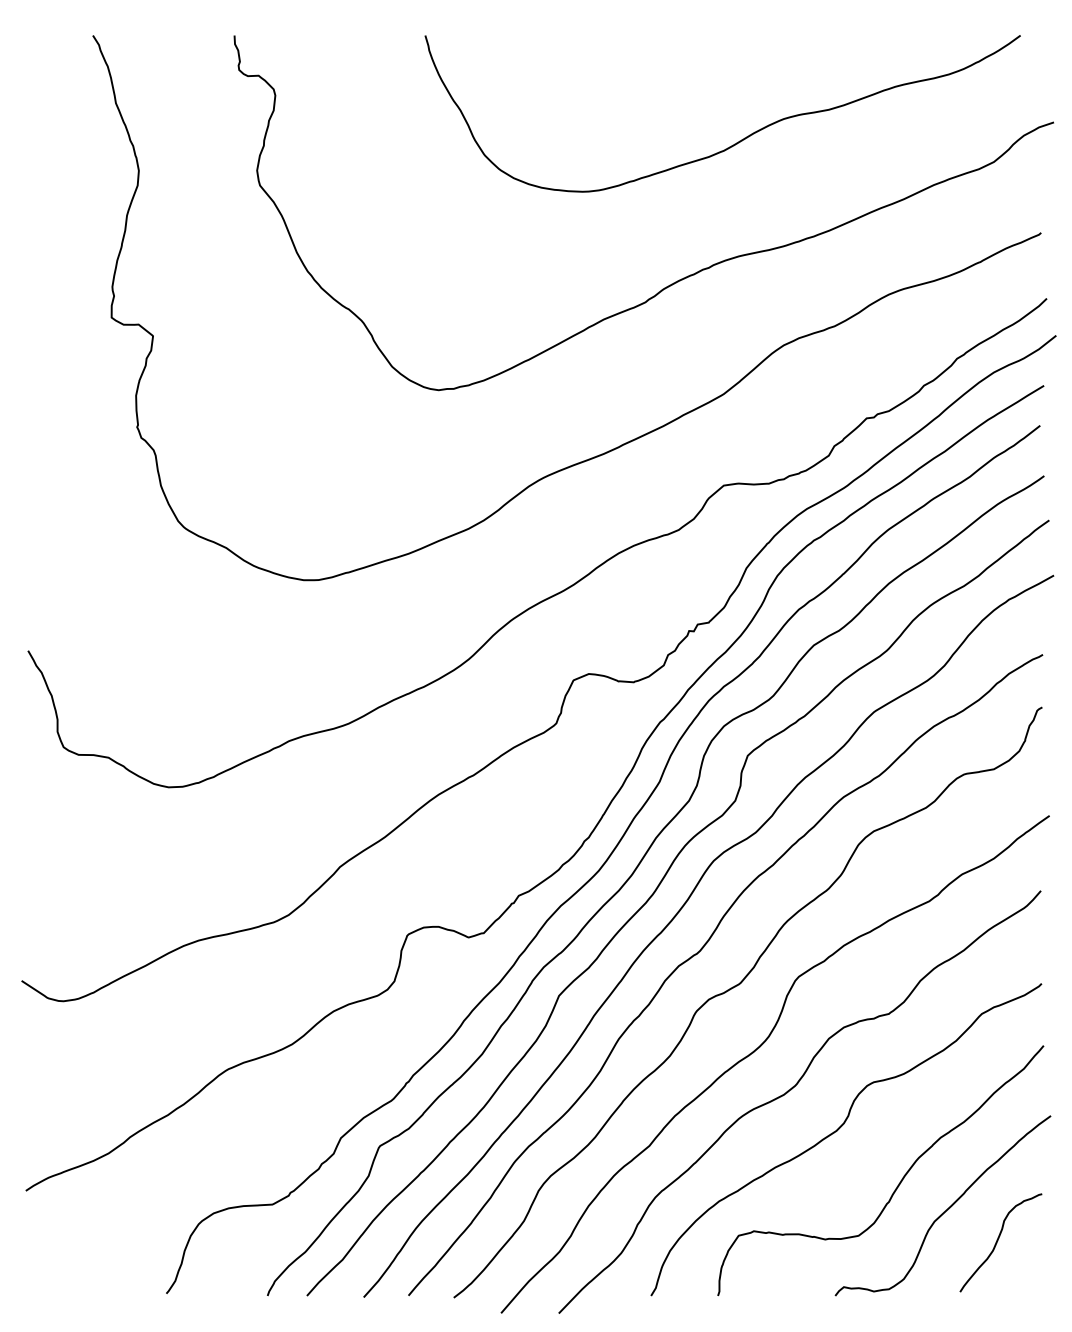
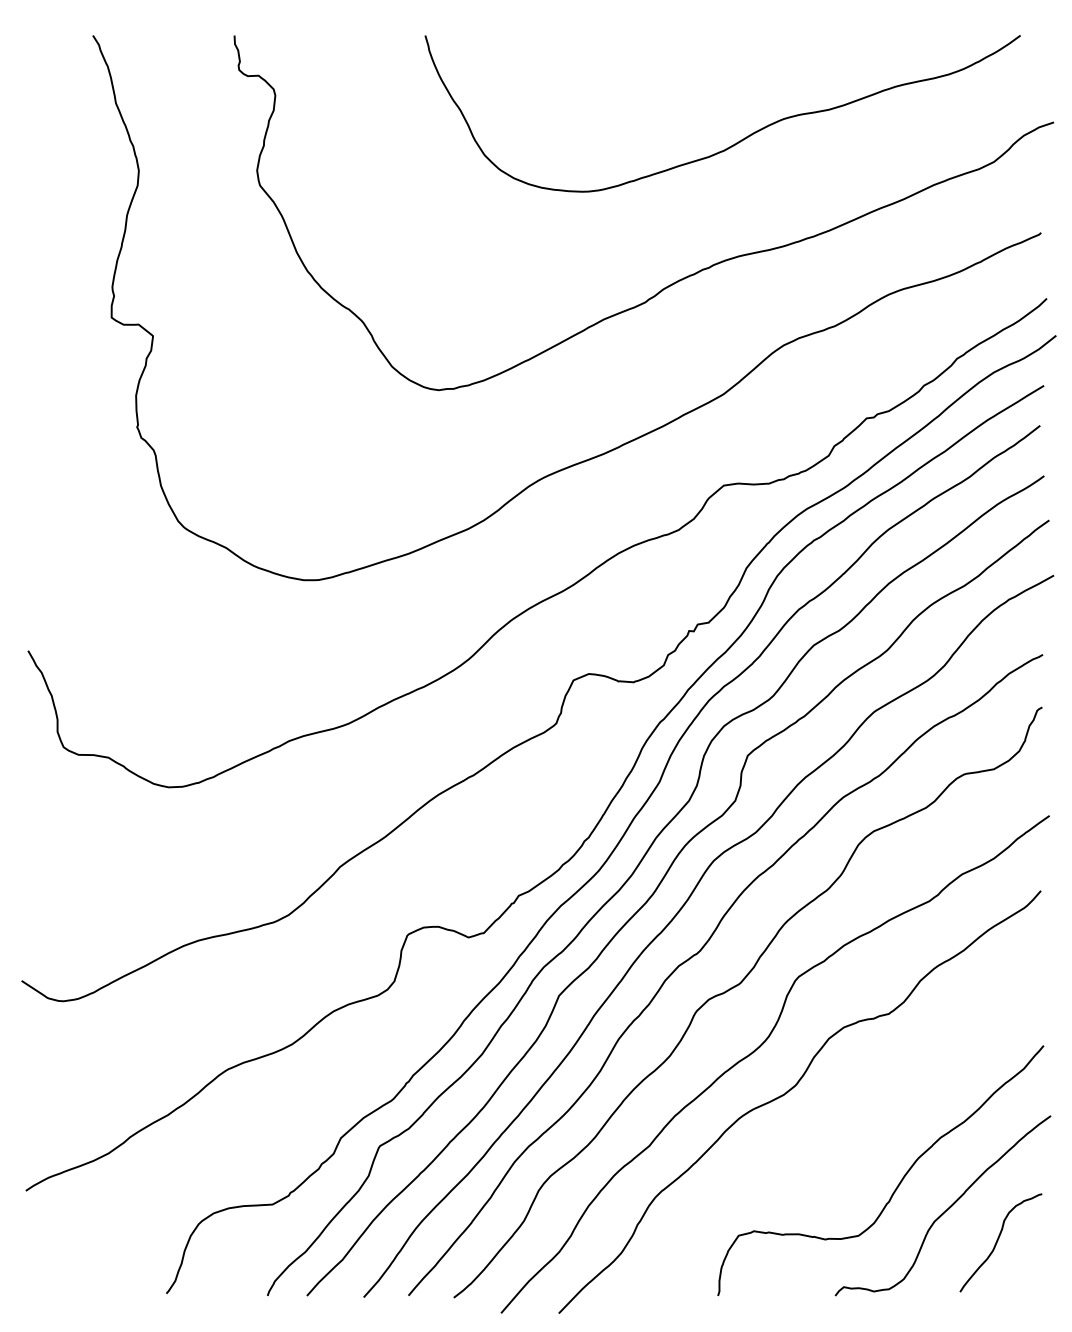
curve at (838, 1130): present -> none
